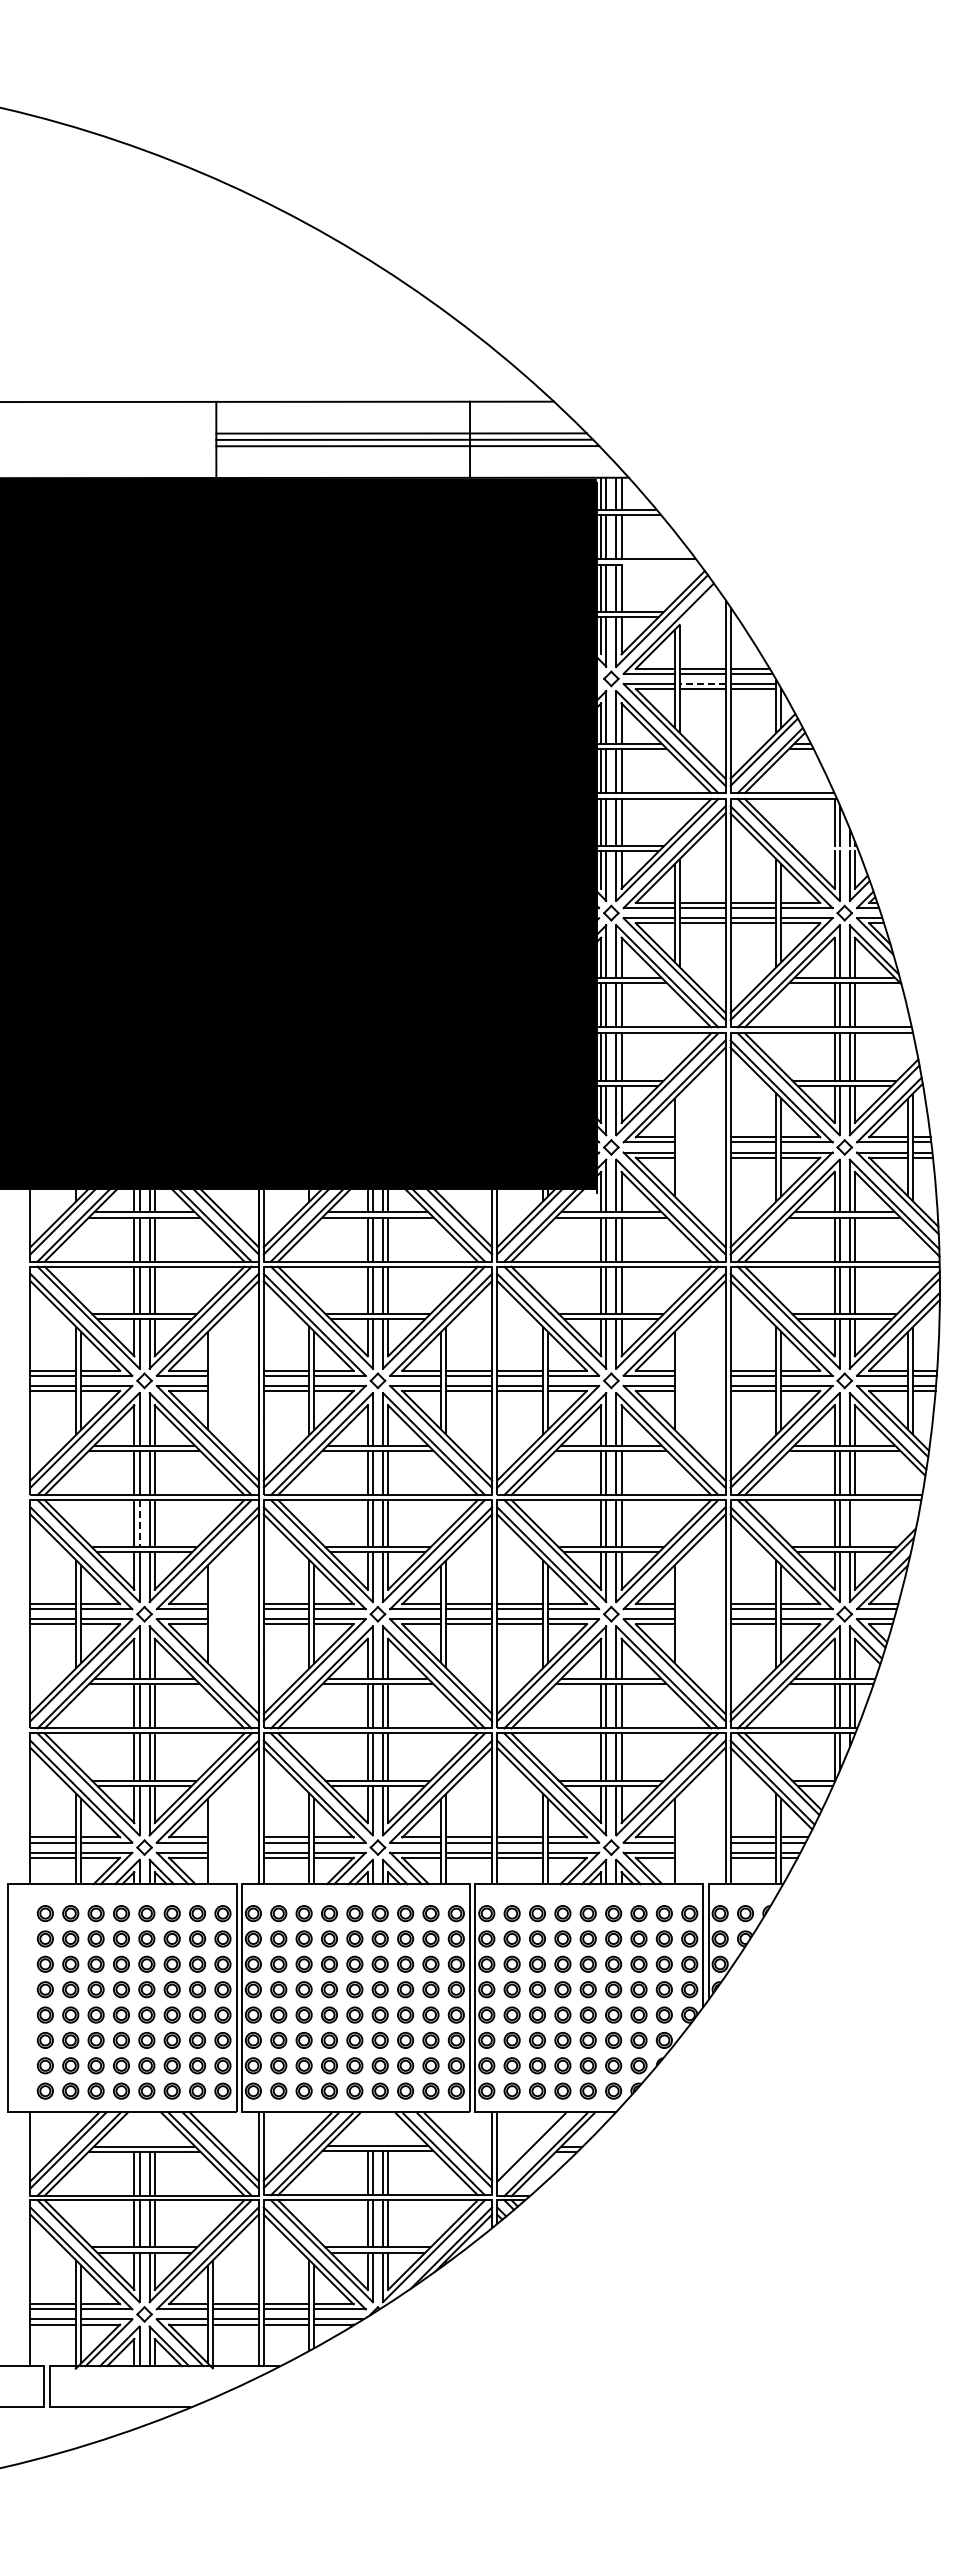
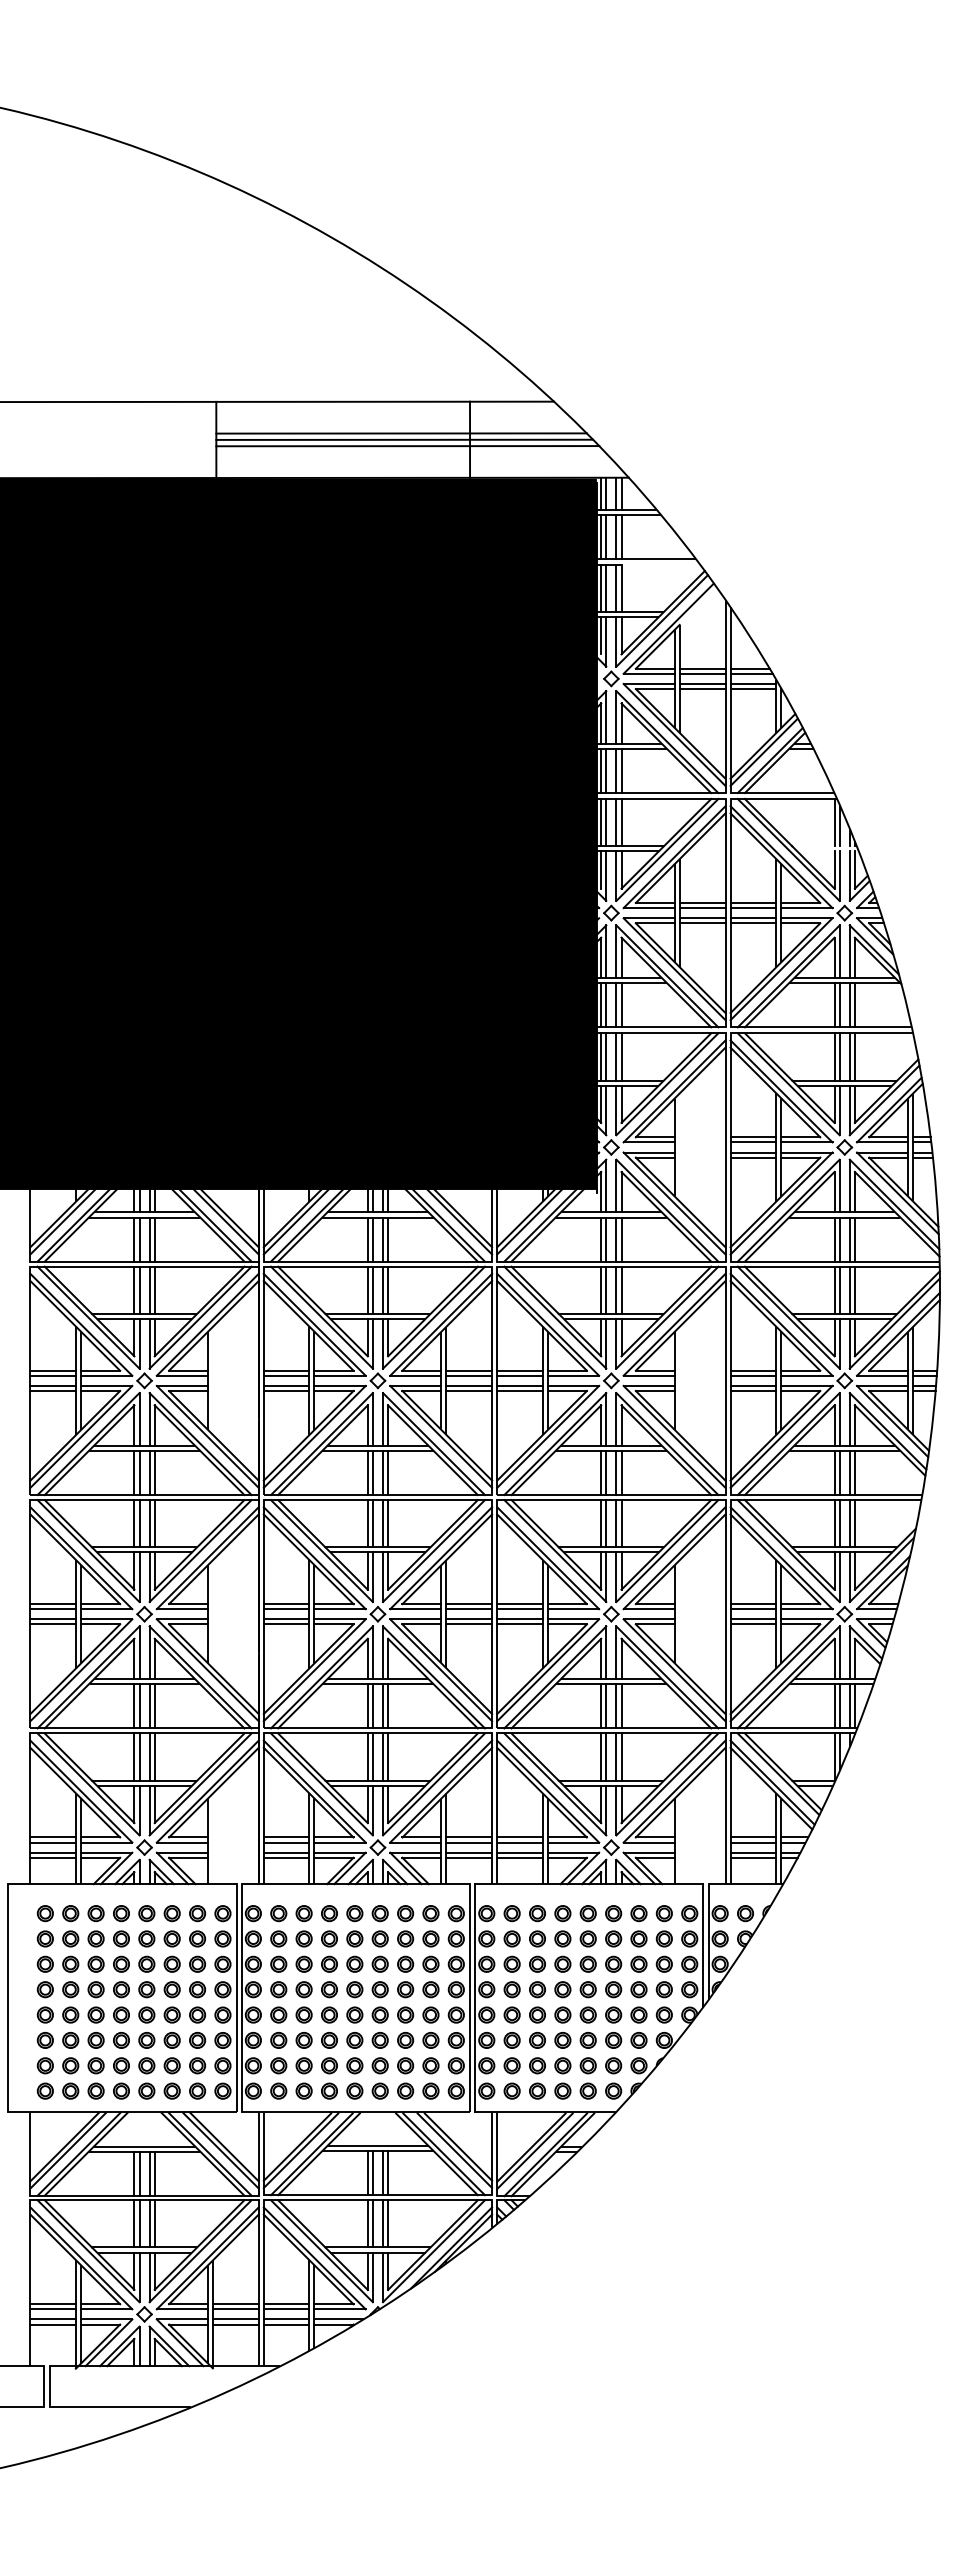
line at (702, 683): dashed -> solid
line at (139, 1523): dashed -> solid
line at (854, 1523): none -> present
line at (534, 2151): none -> present
